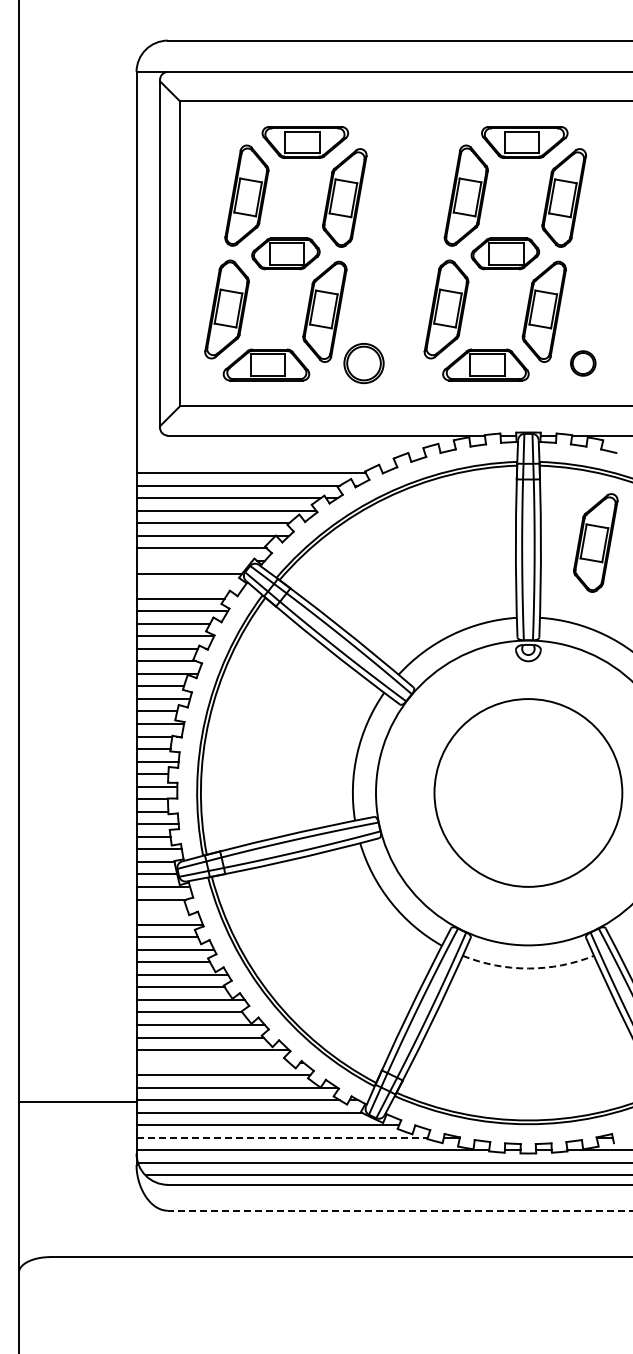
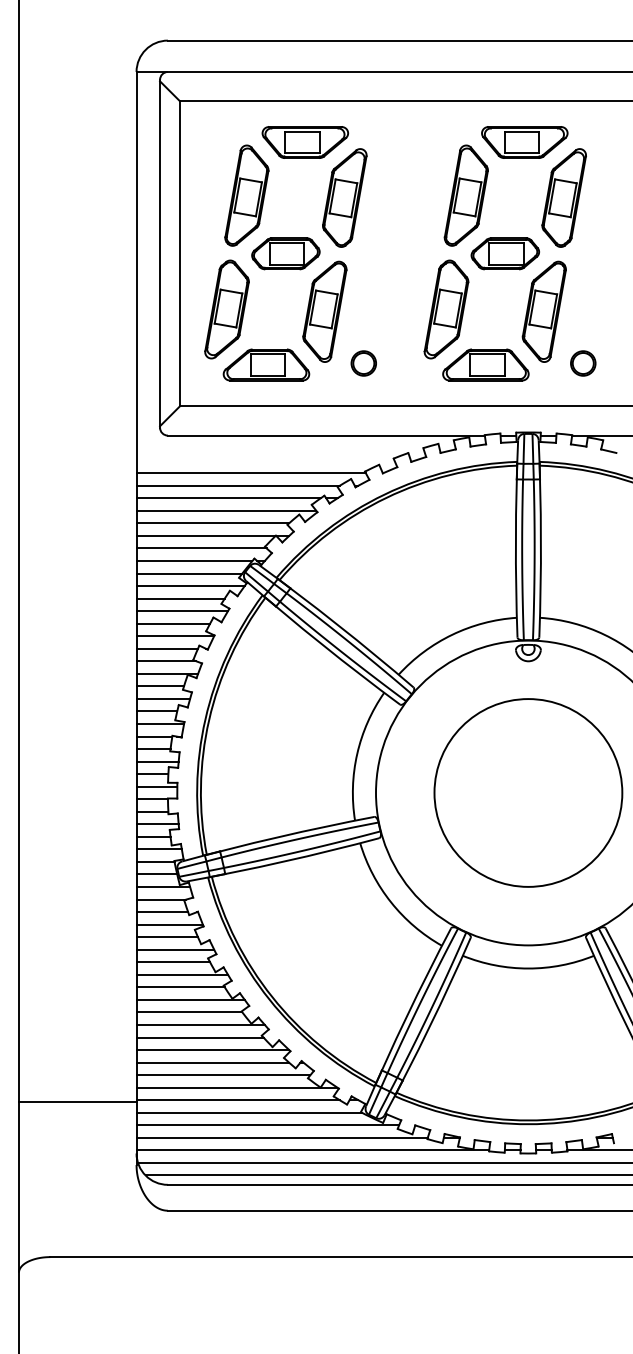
part at (363, 363) size: 42x42 px -> 27x27 px
part at (595, 542): present -> none
line at (194, 561): none -> present
line at (190, 586): none -> present
line at (162, 912): none -> present
arc at (528, 968): dashed -> solid
line at (212, 1062): none -> present
line at (282, 1137): dashed -> solid
line at (399, 1210): dashed -> solid
